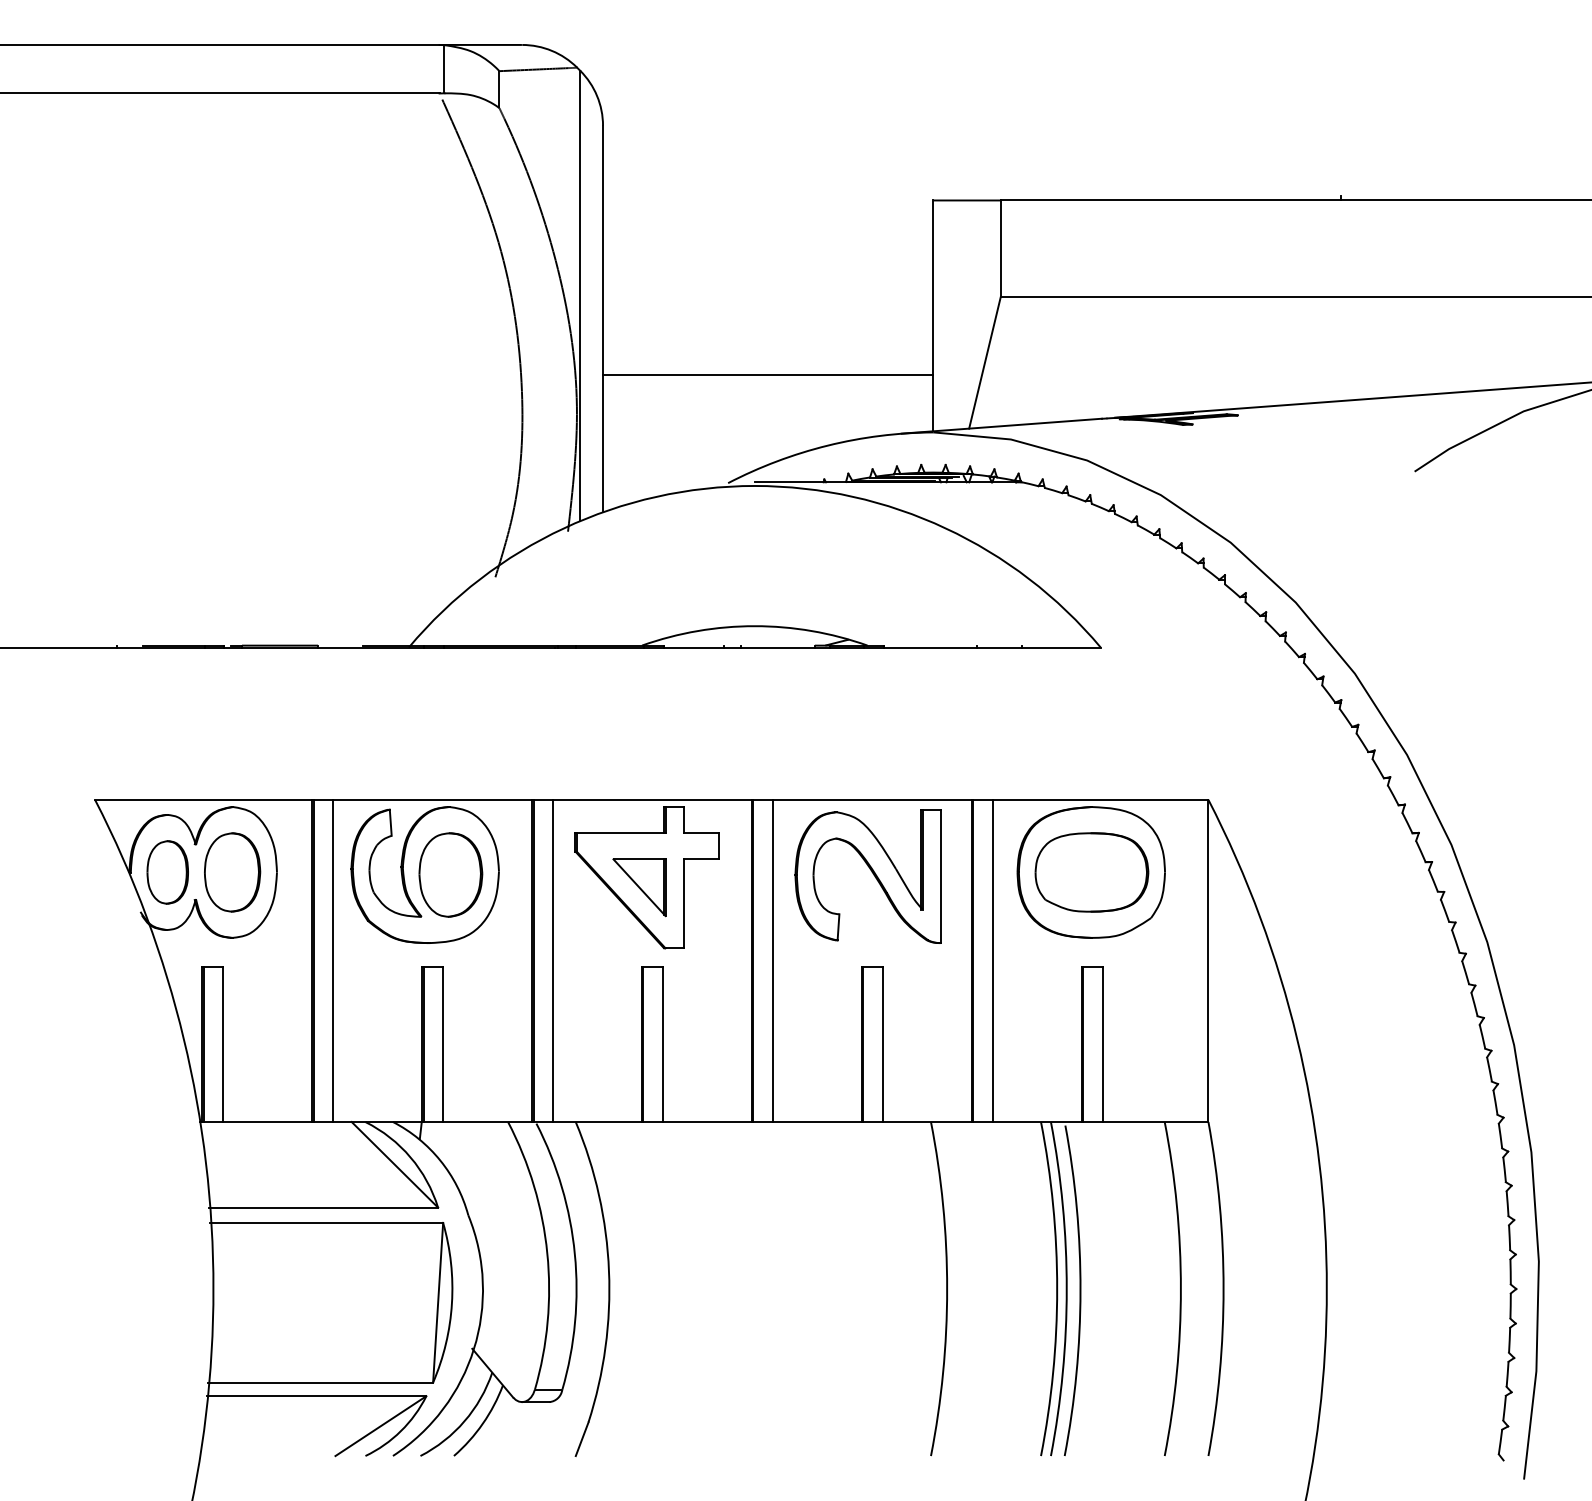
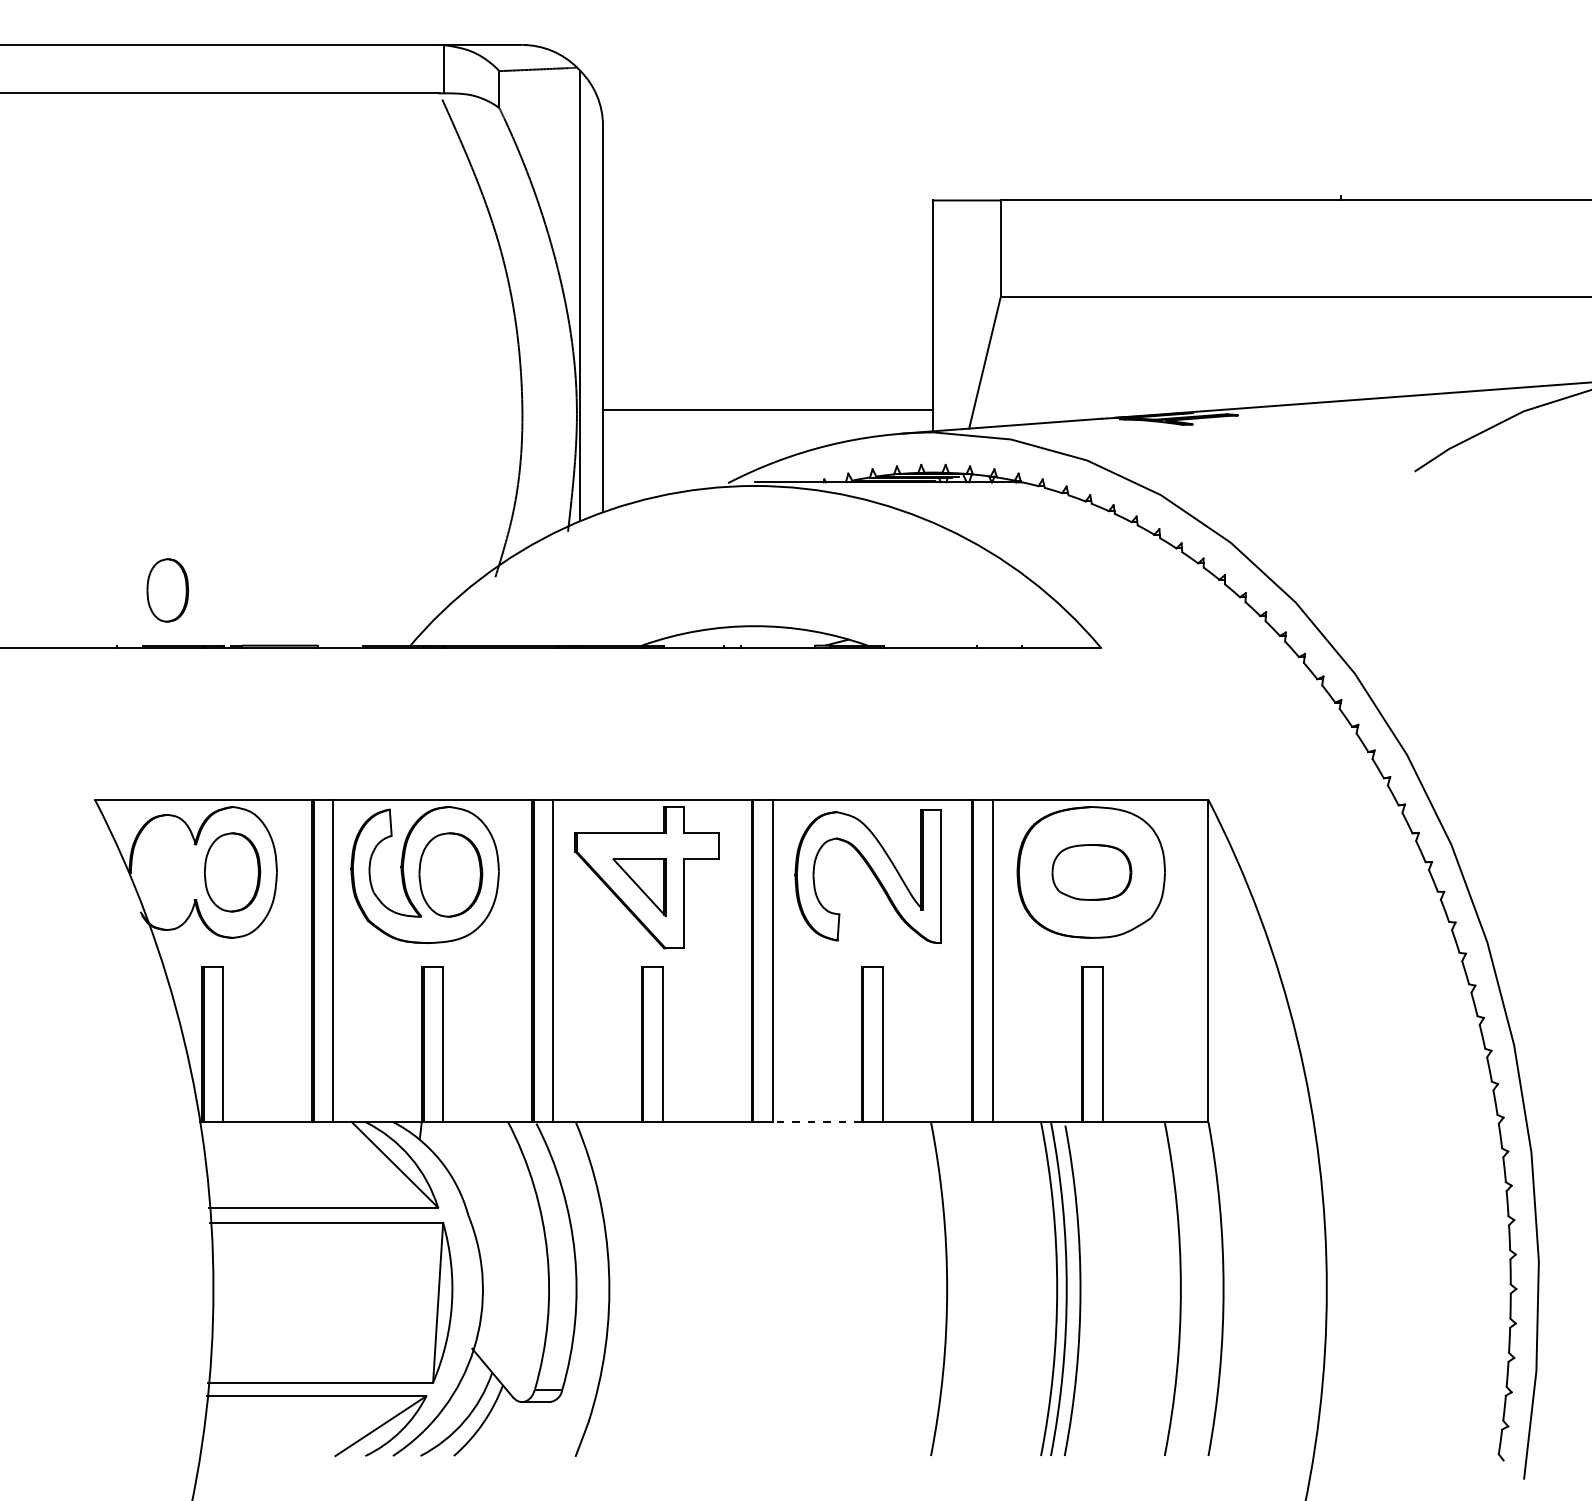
line at (768, 375) position: (768, 375) -> (768, 410)
part at (167, 872) position: (167, 872) -> (167, 590)
part at (1091, 872) size: 116x81 px -> 82x57 px
line at (817, 1122): solid -> dashed
